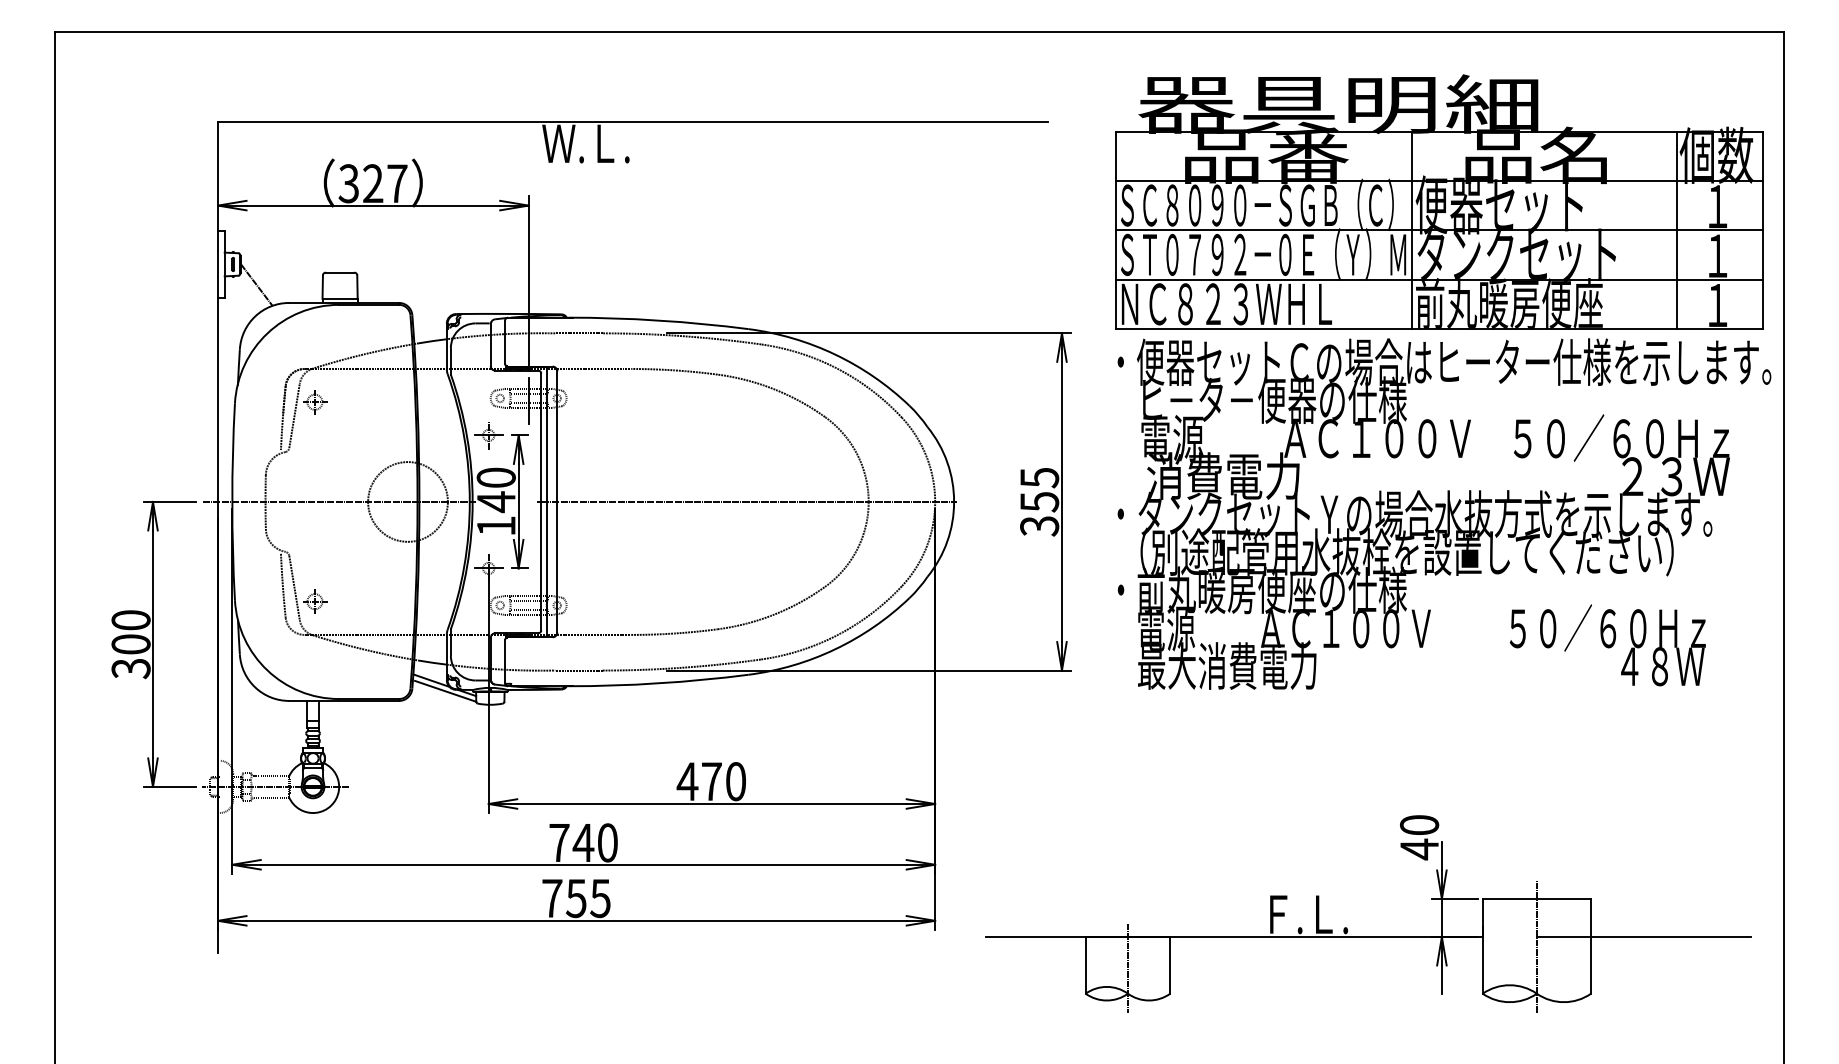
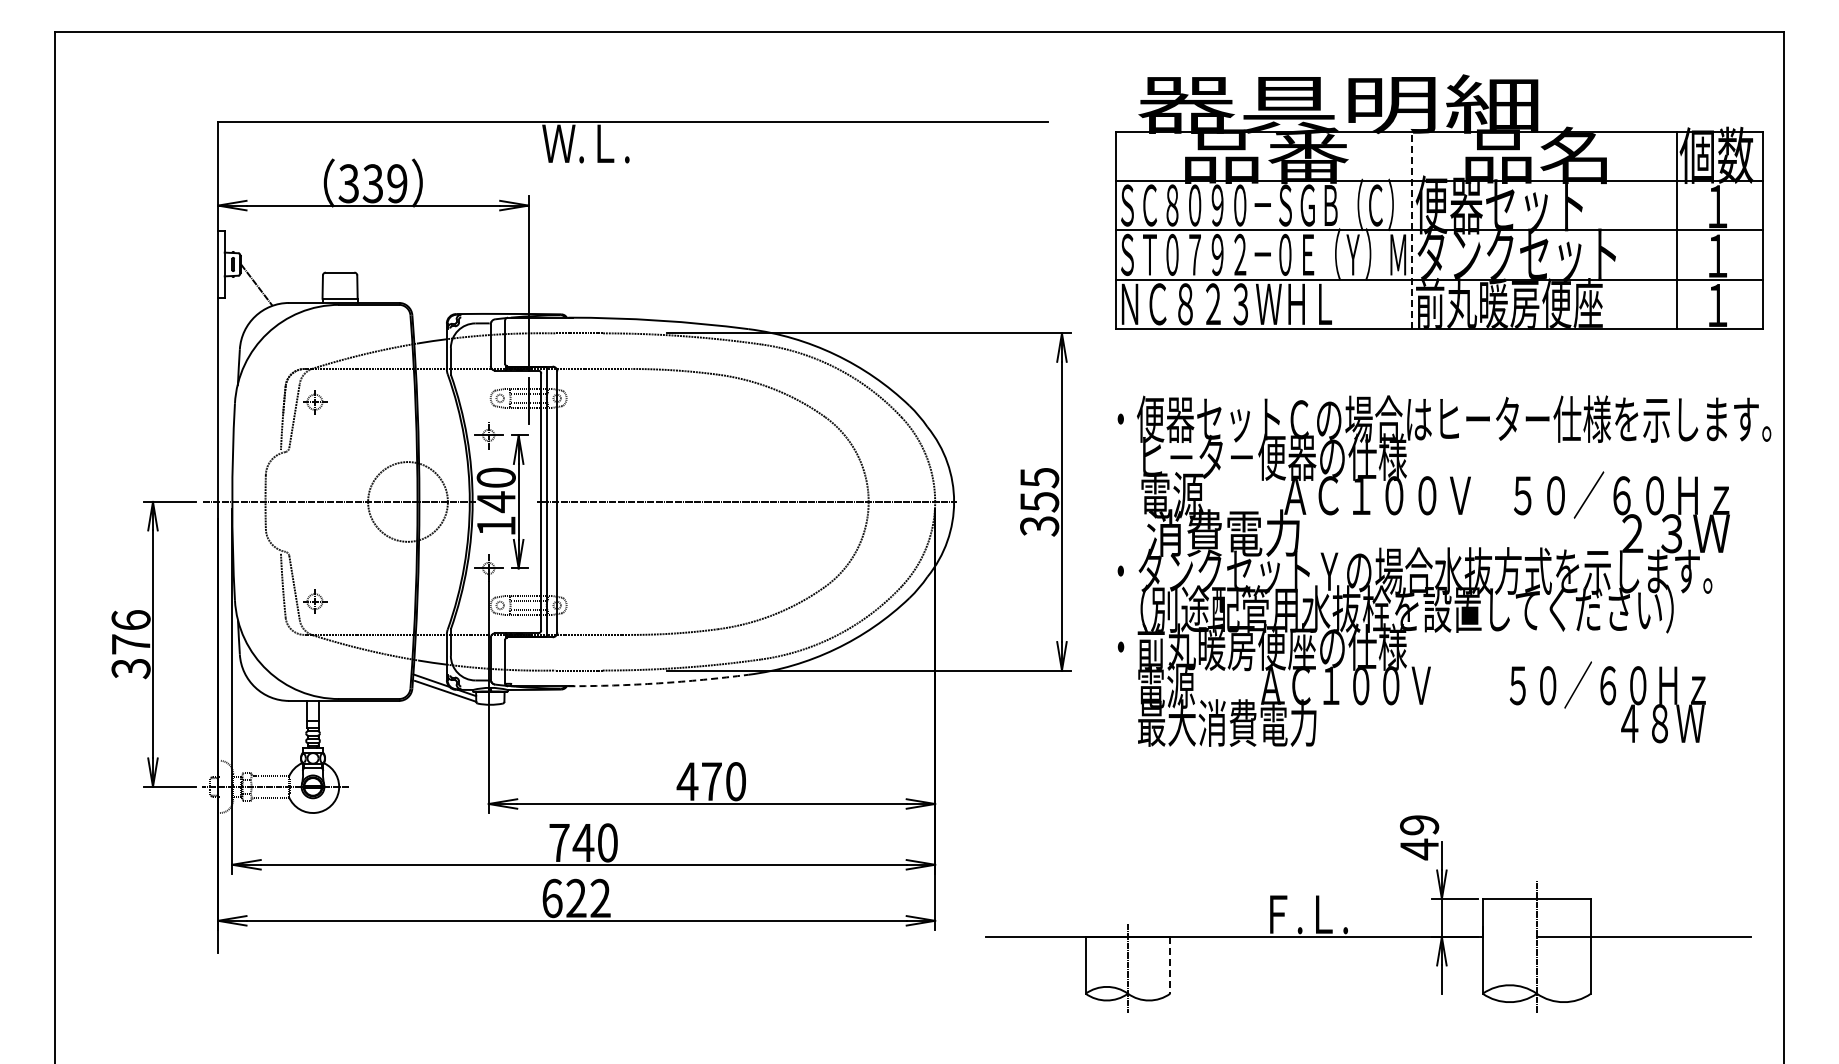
text at (384, 183): 327 -> 339
line at (1411, 230): solid -> dashed
text at (1444, 513) position: (1444, 513) -> (1444, 570)
text at (130, 632): 300 -> 376
arc at (658, 683): solid -> dashed
text at (1419, 825): 40 -> 49
text at (576, 898): 755 -> 622
line at (1170, 965): solid -> dashed
